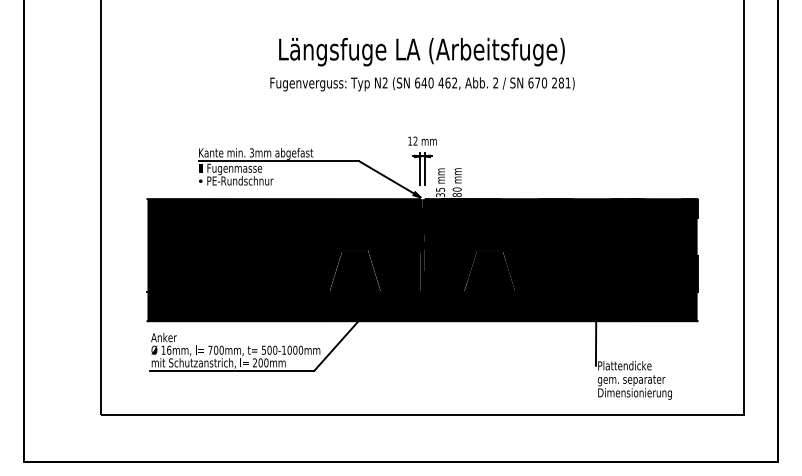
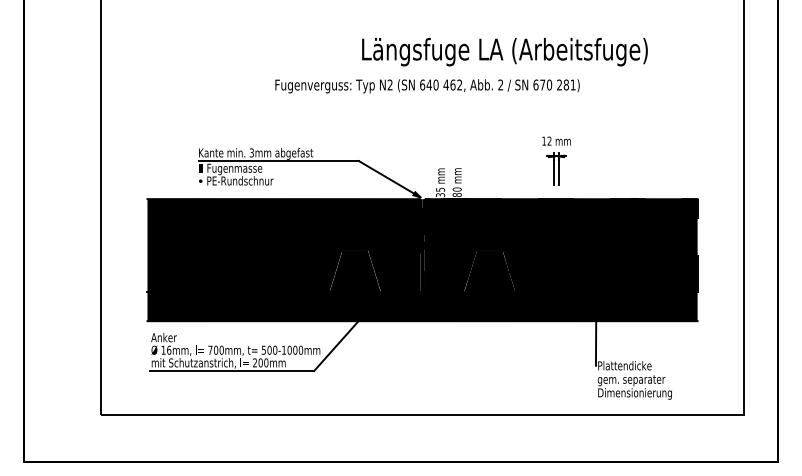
text at (421, 52) position: (421, 52) -> (504, 52)
text at (422, 84) position: (422, 84) -> (427, 86)
part at (422, 160) position: (422, 160) -> (556, 160)
